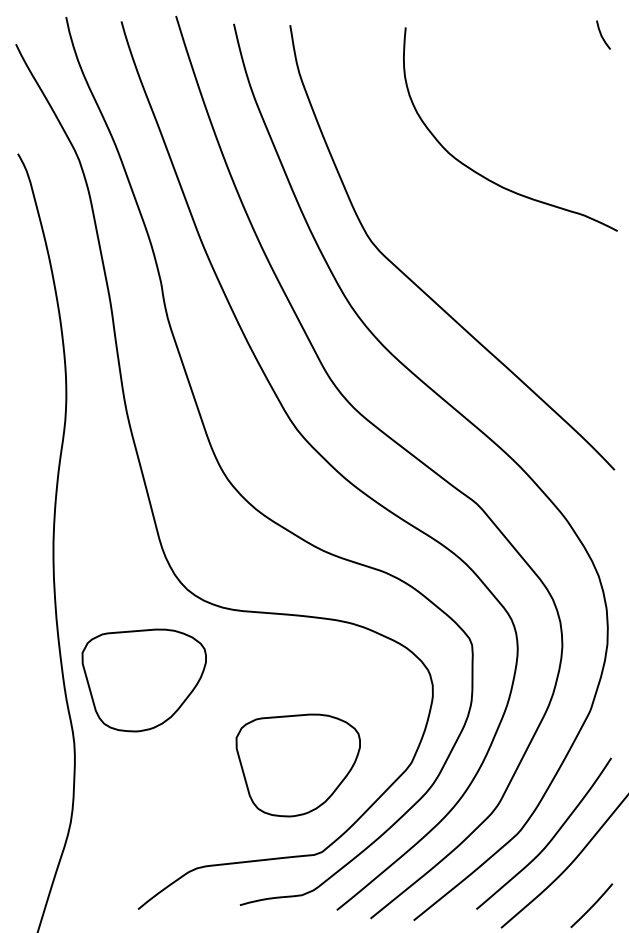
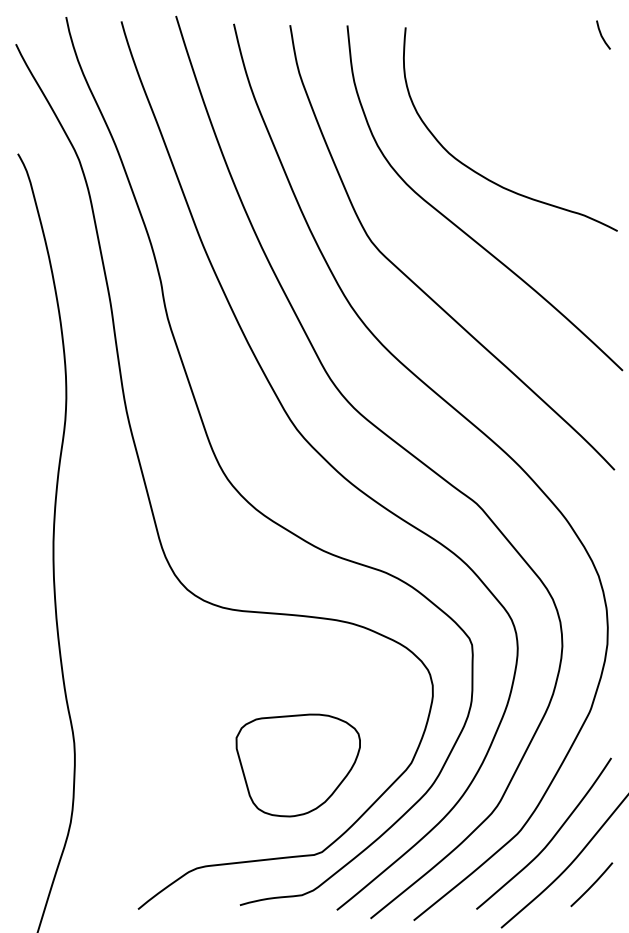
curve at (461, 228): none -> present
part at (143, 680): present -> none
curve at (591, 905) position: (591, 905) -> (591, 884)
